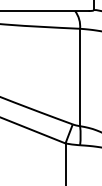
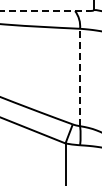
line at (44, 11): solid -> dashed
line at (80, 77): solid -> dashed
